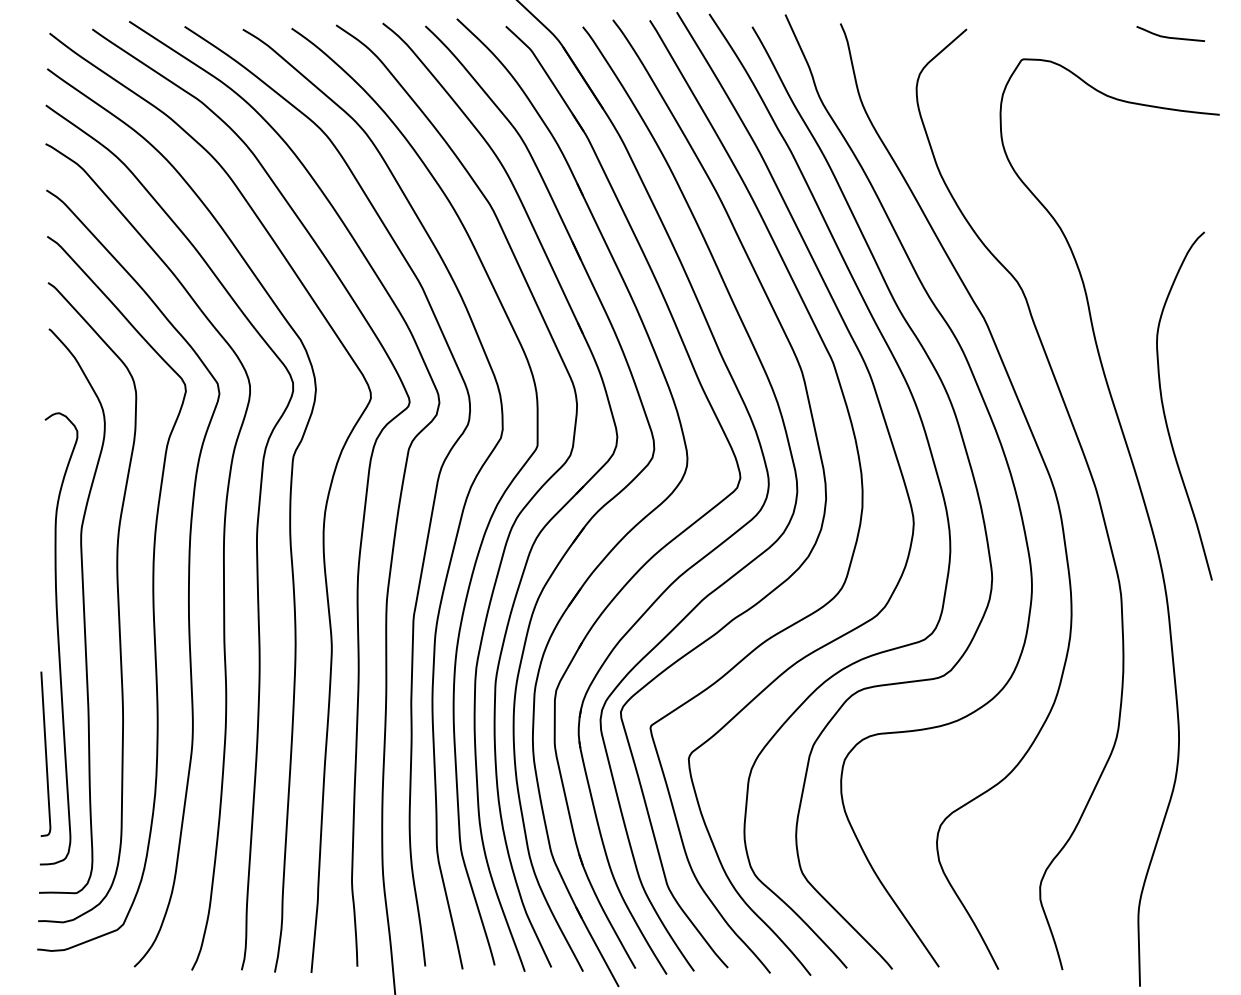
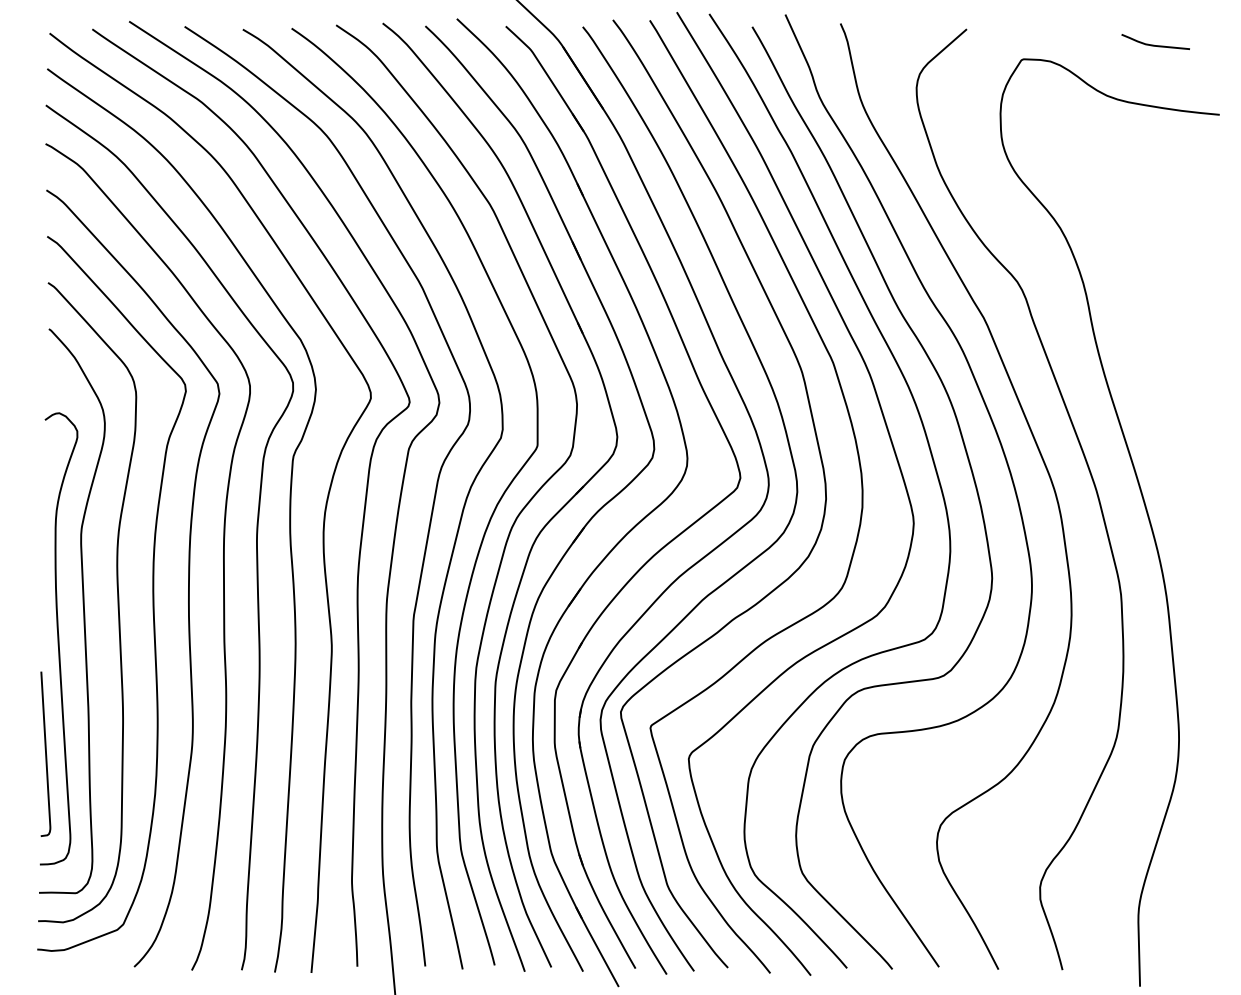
curve at (1169, 36) position: (1169, 36) -> (1154, 44)
curve at (1164, 408): present -> none
